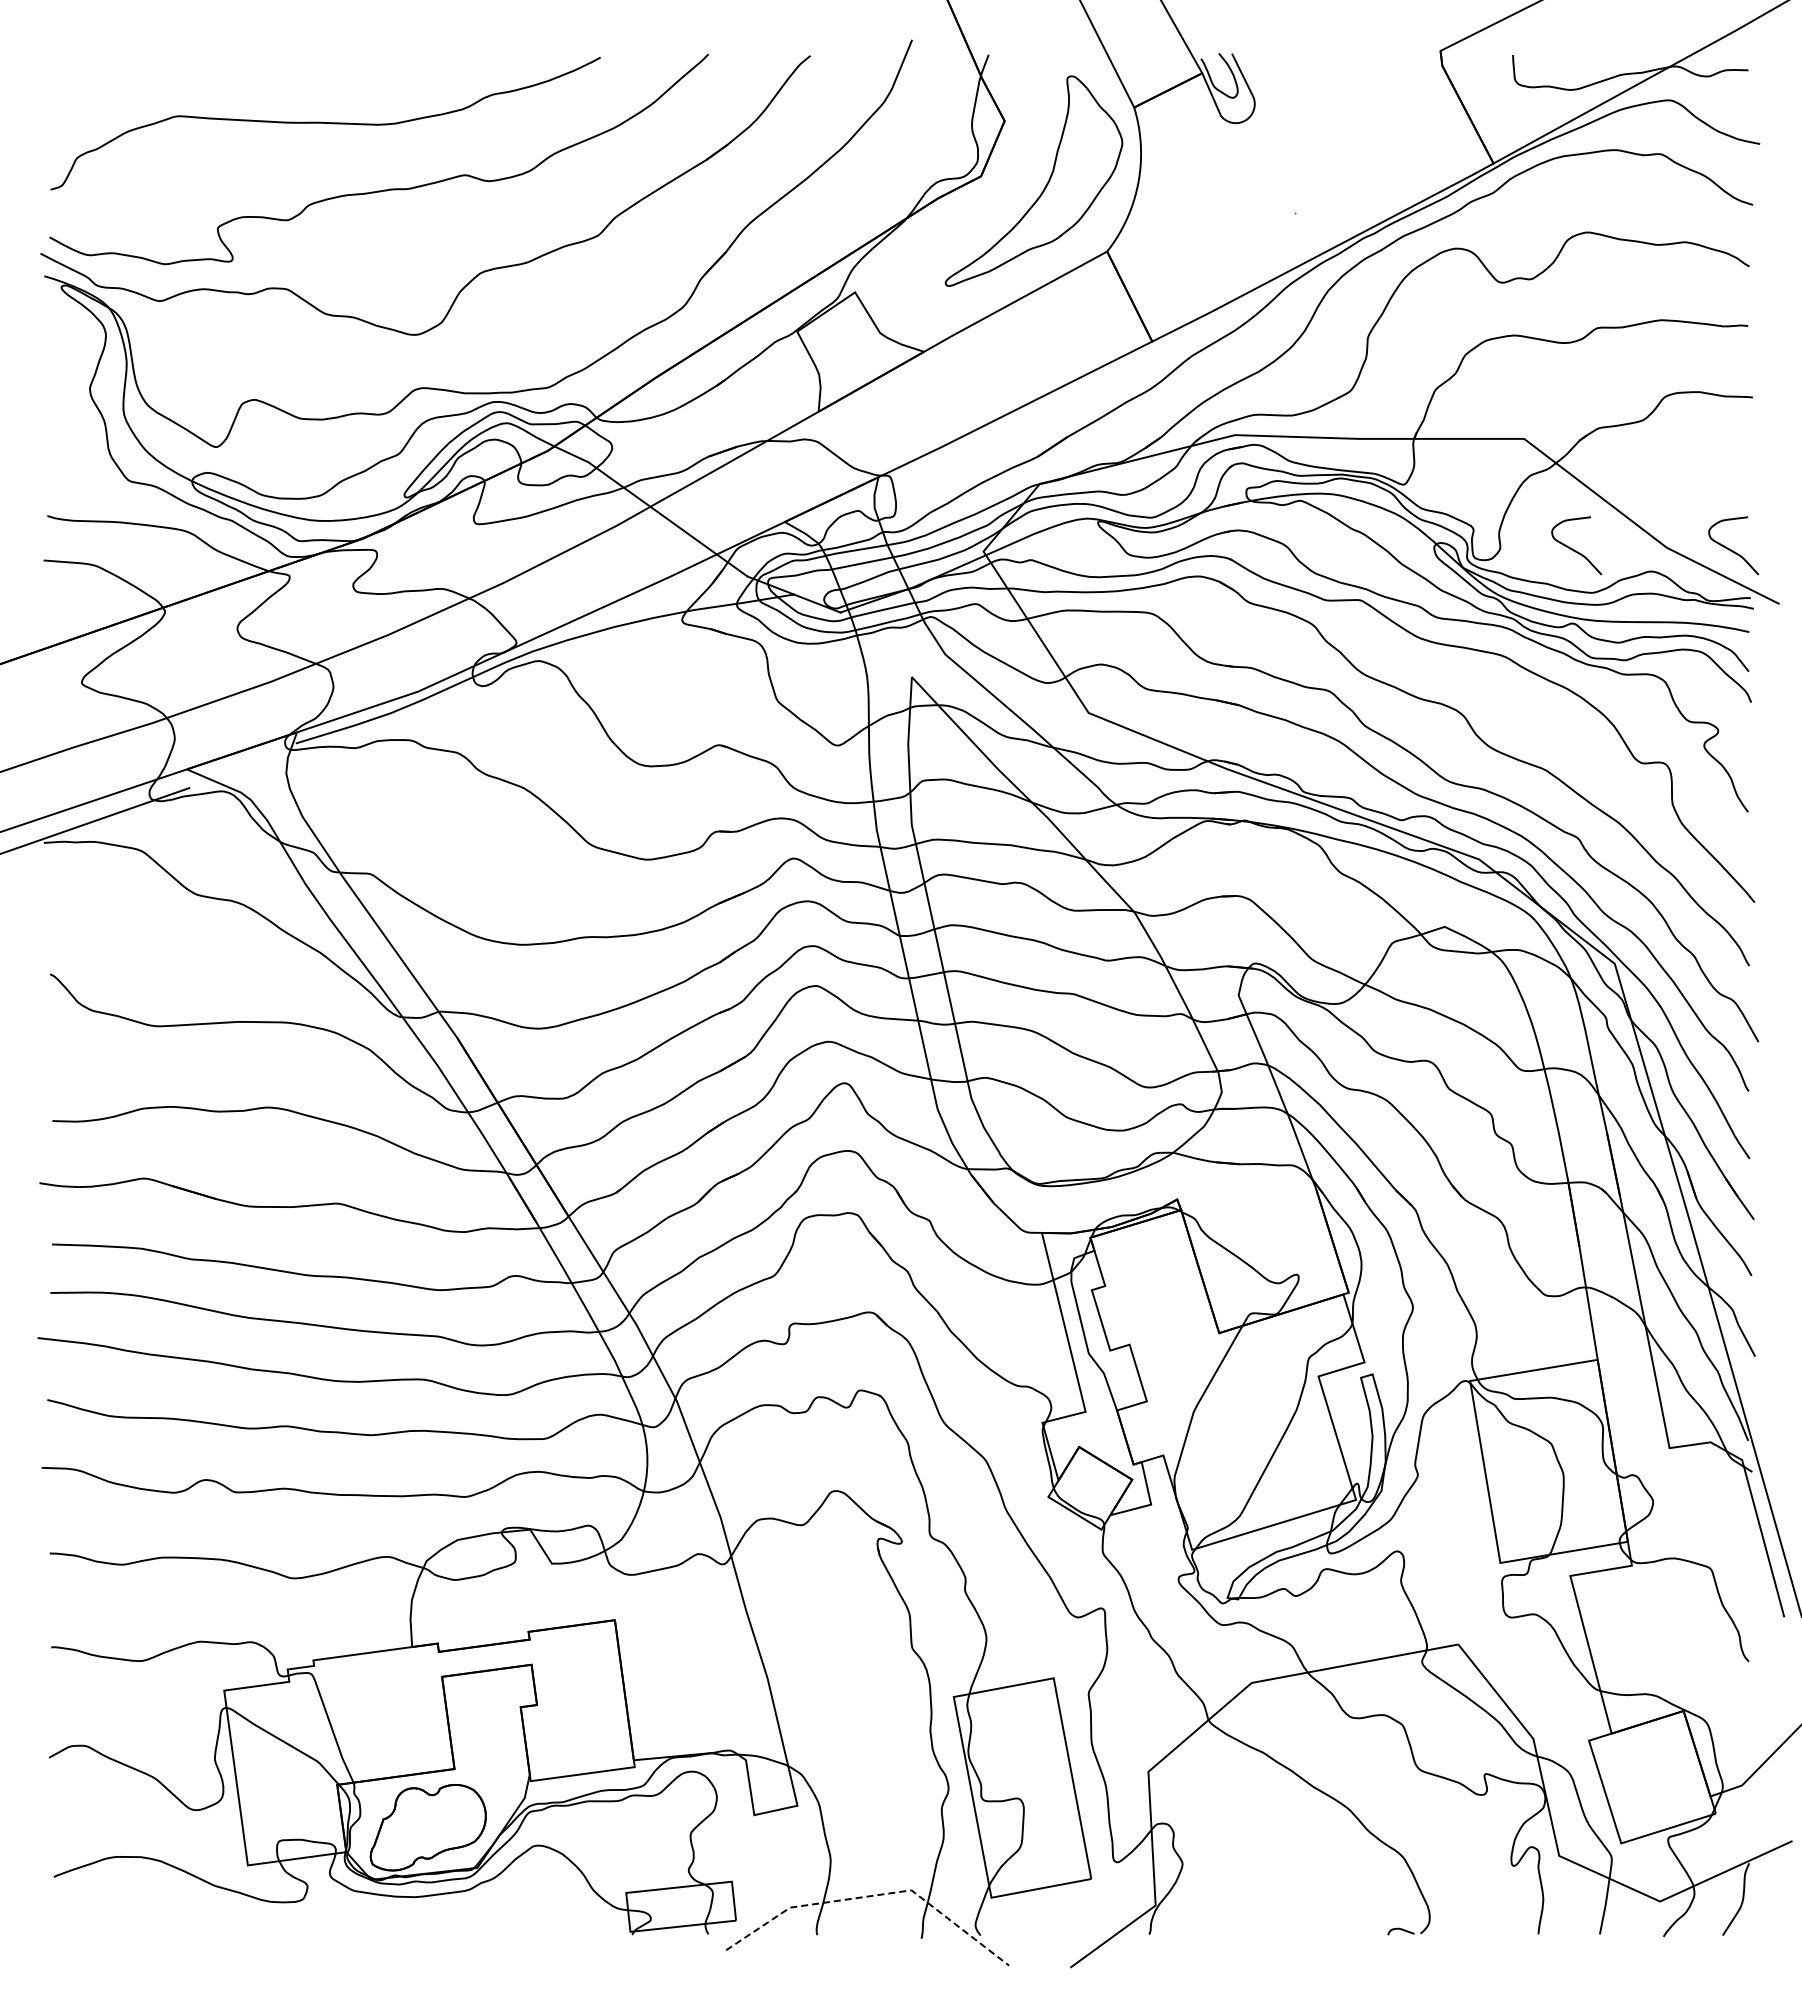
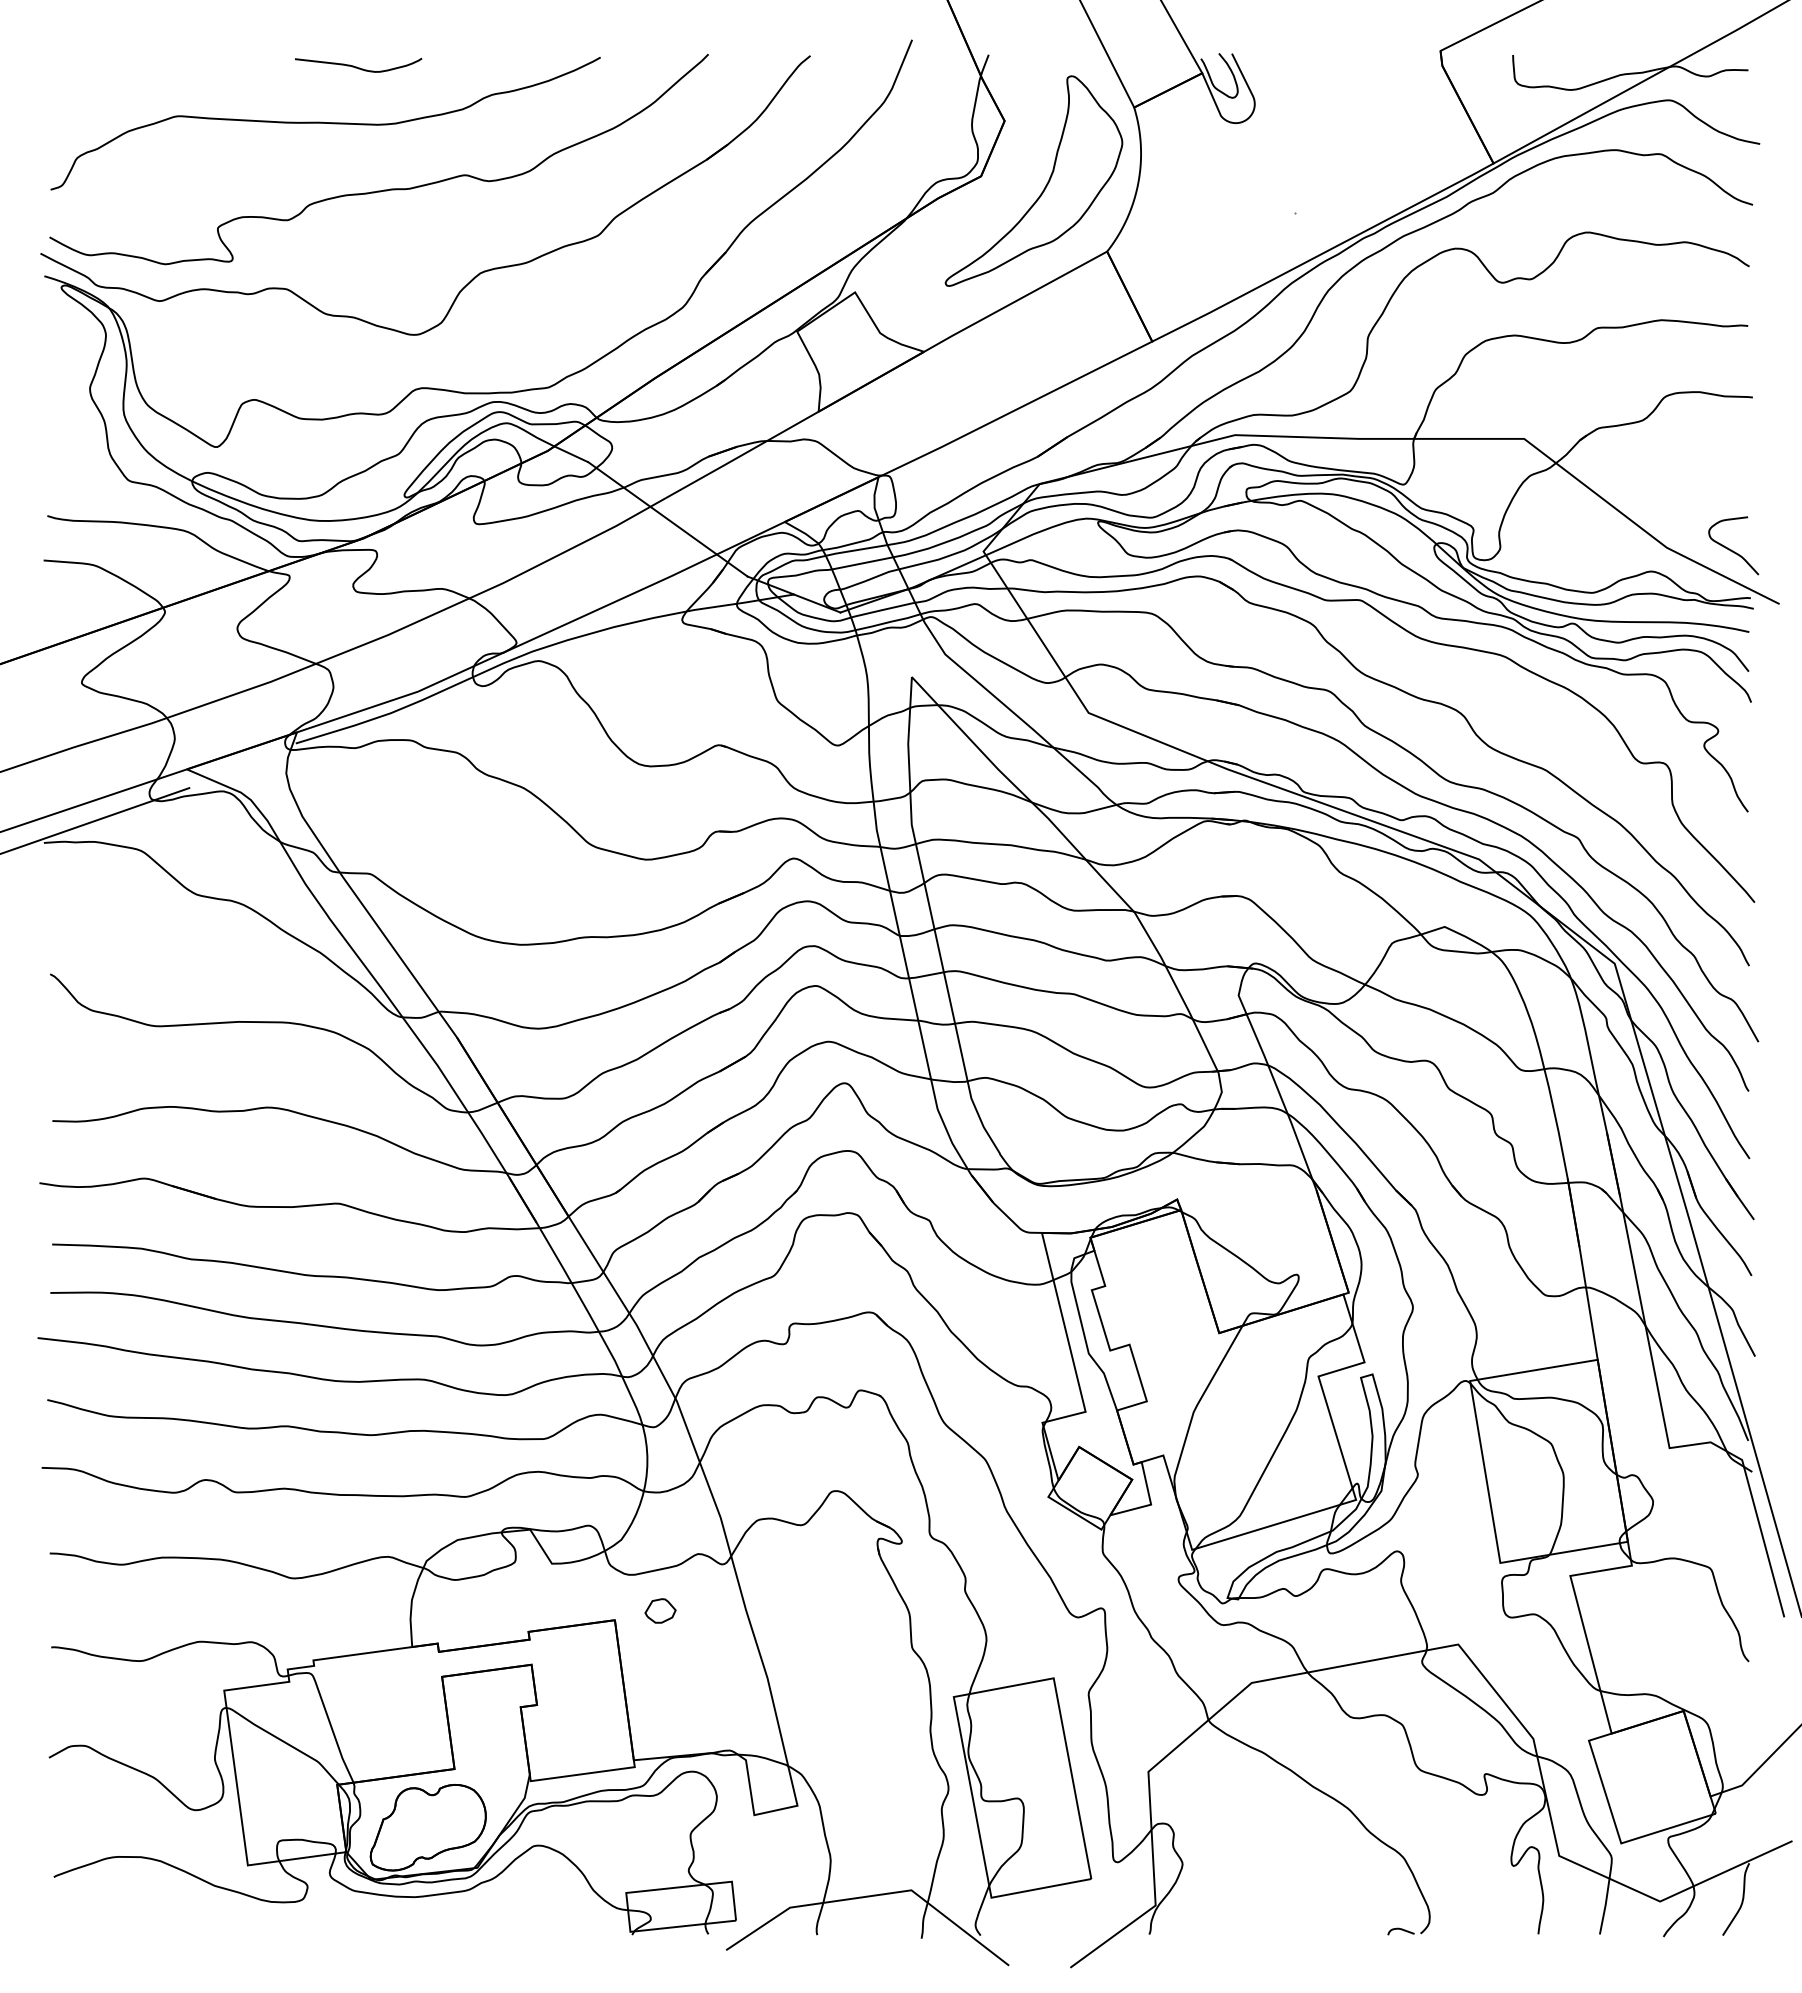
curve at (356, 66): none -> present
curve at (1574, 549): present -> none
part at (660, 1610): none -> present
line at (873, 1895): dashed -> solid
